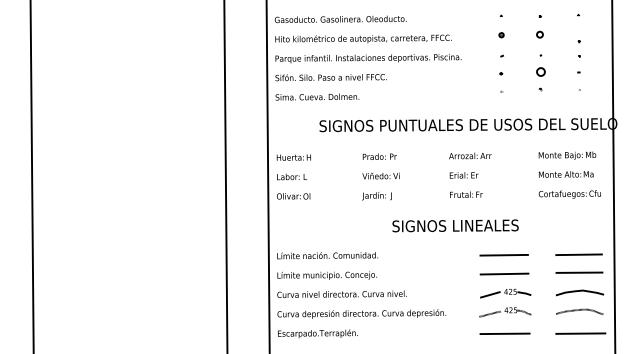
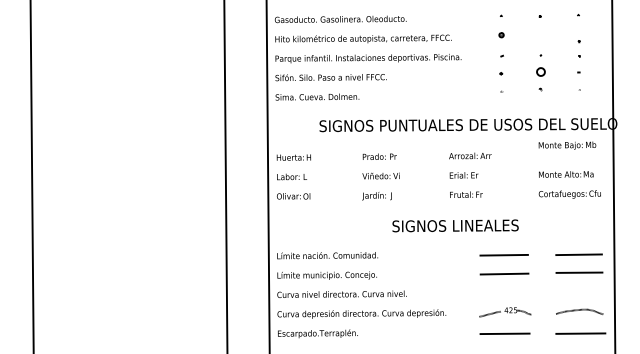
part at (539, 34): present -> none
text at (567, 155) position: (567, 155) -> (567, 145)
curve at (579, 291): present -> none
part at (505, 293): present -> none
